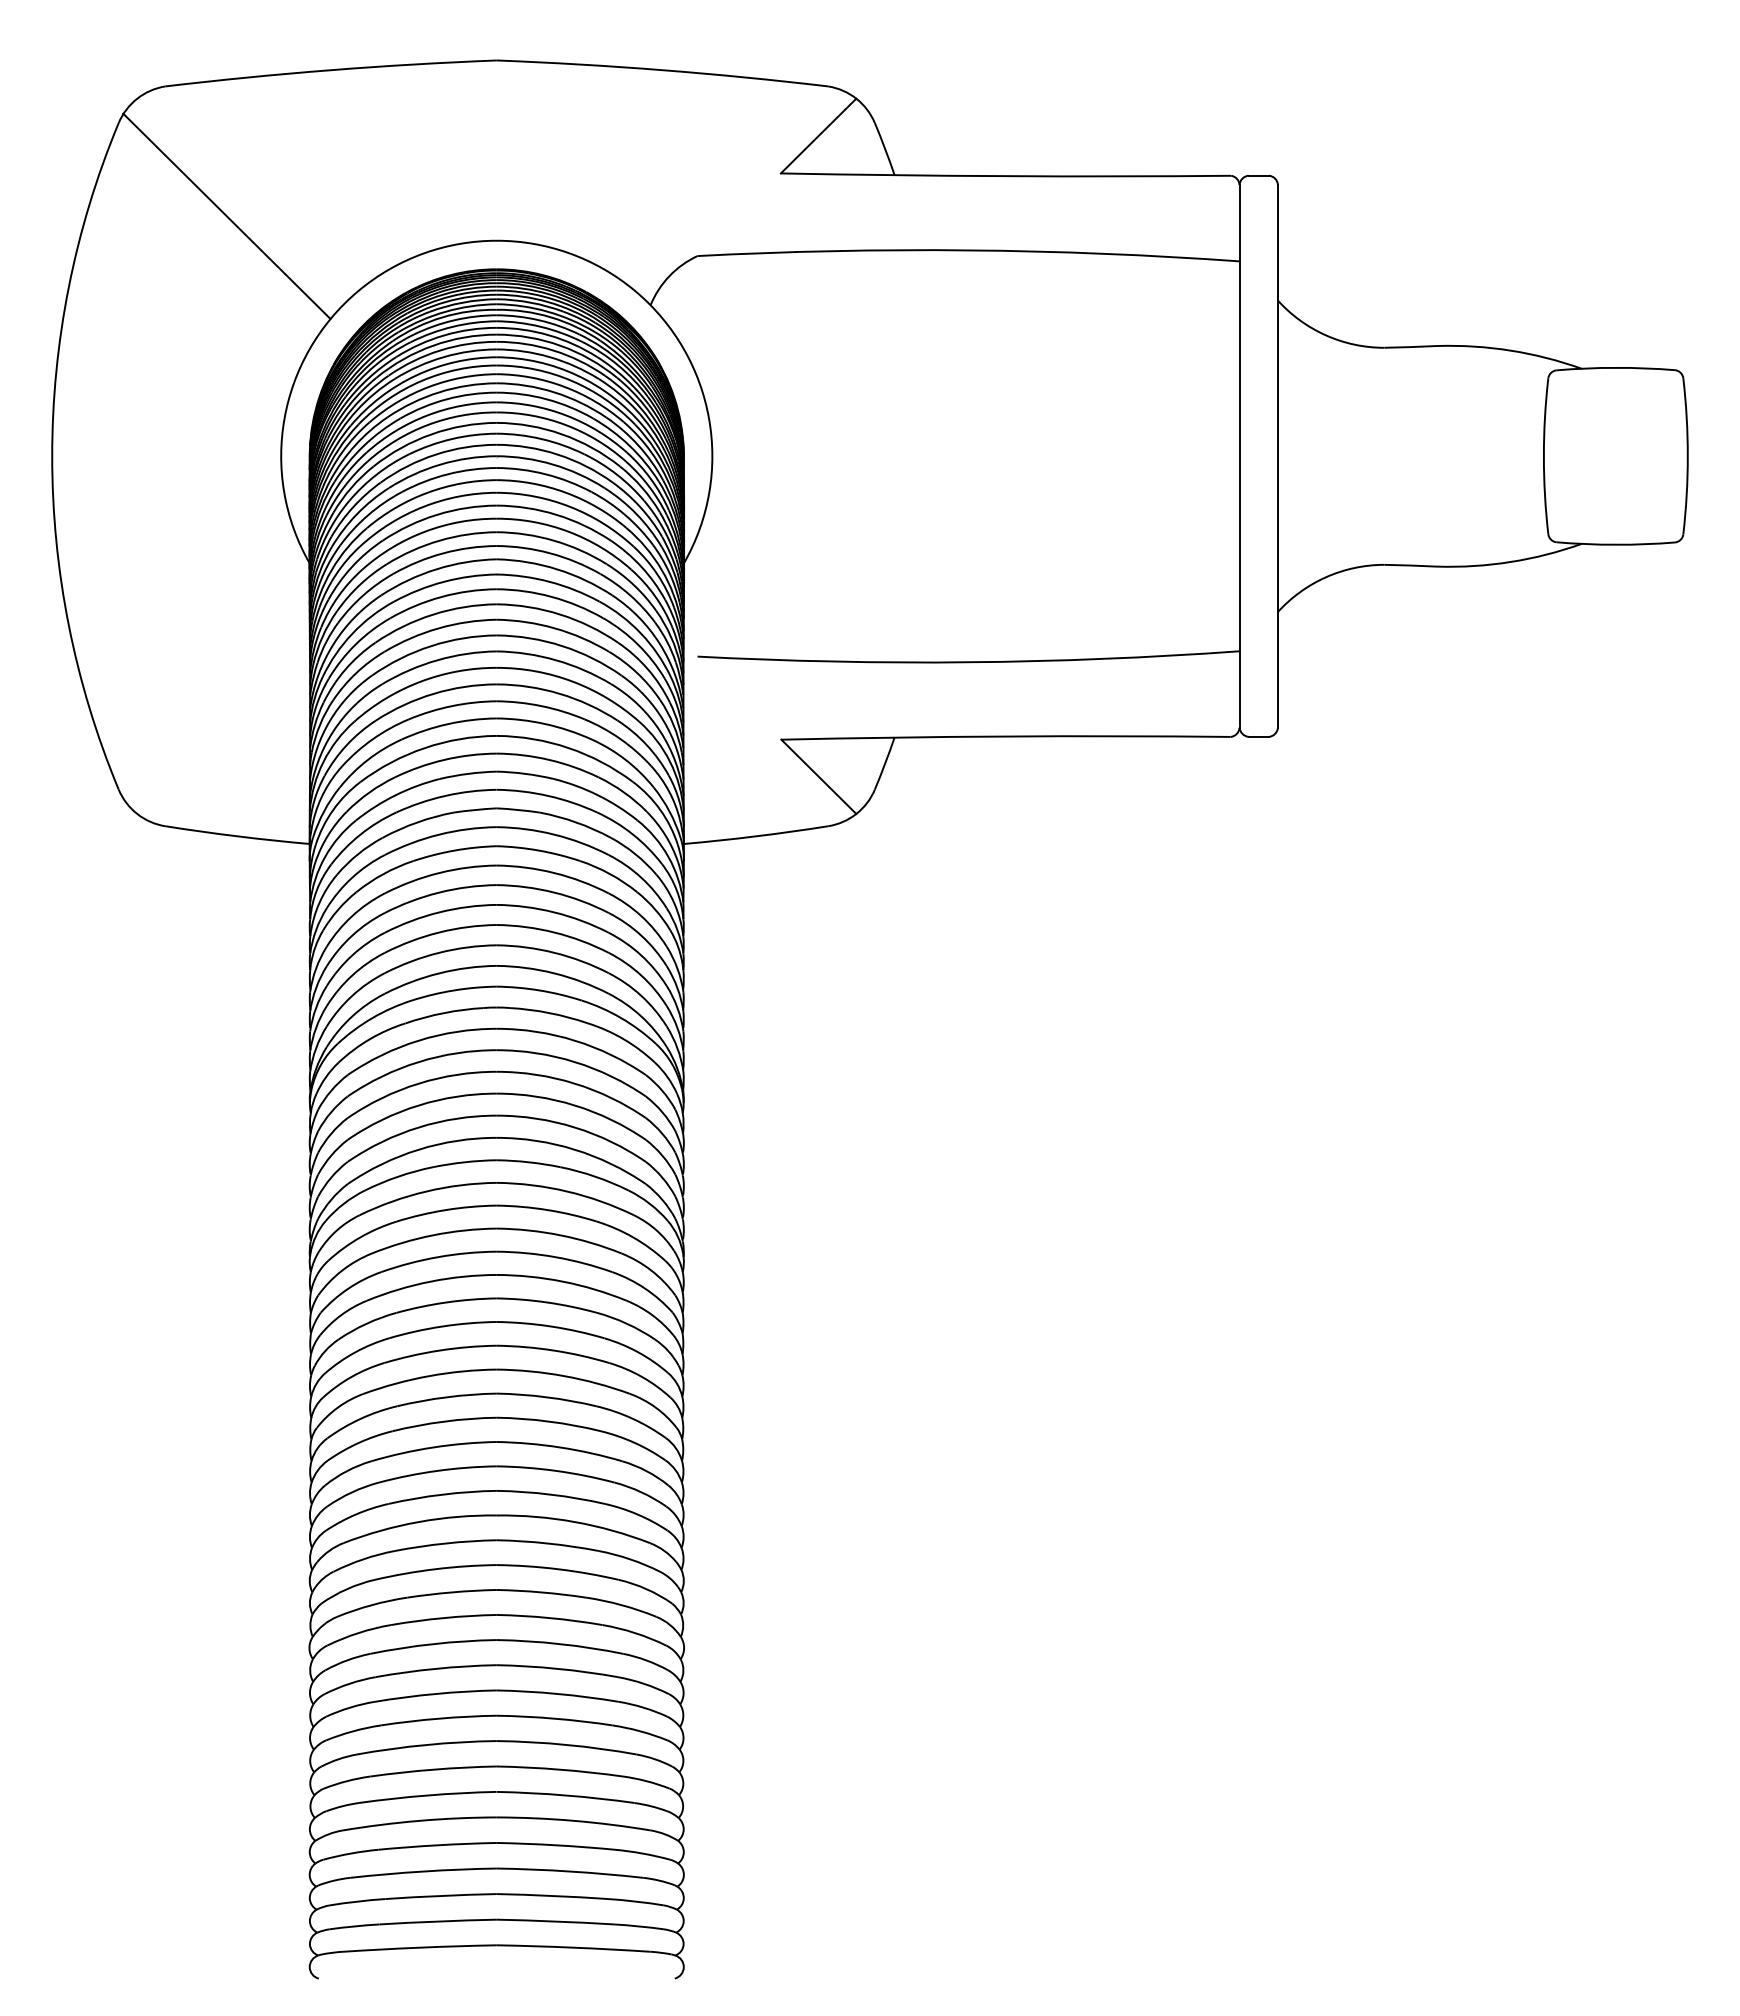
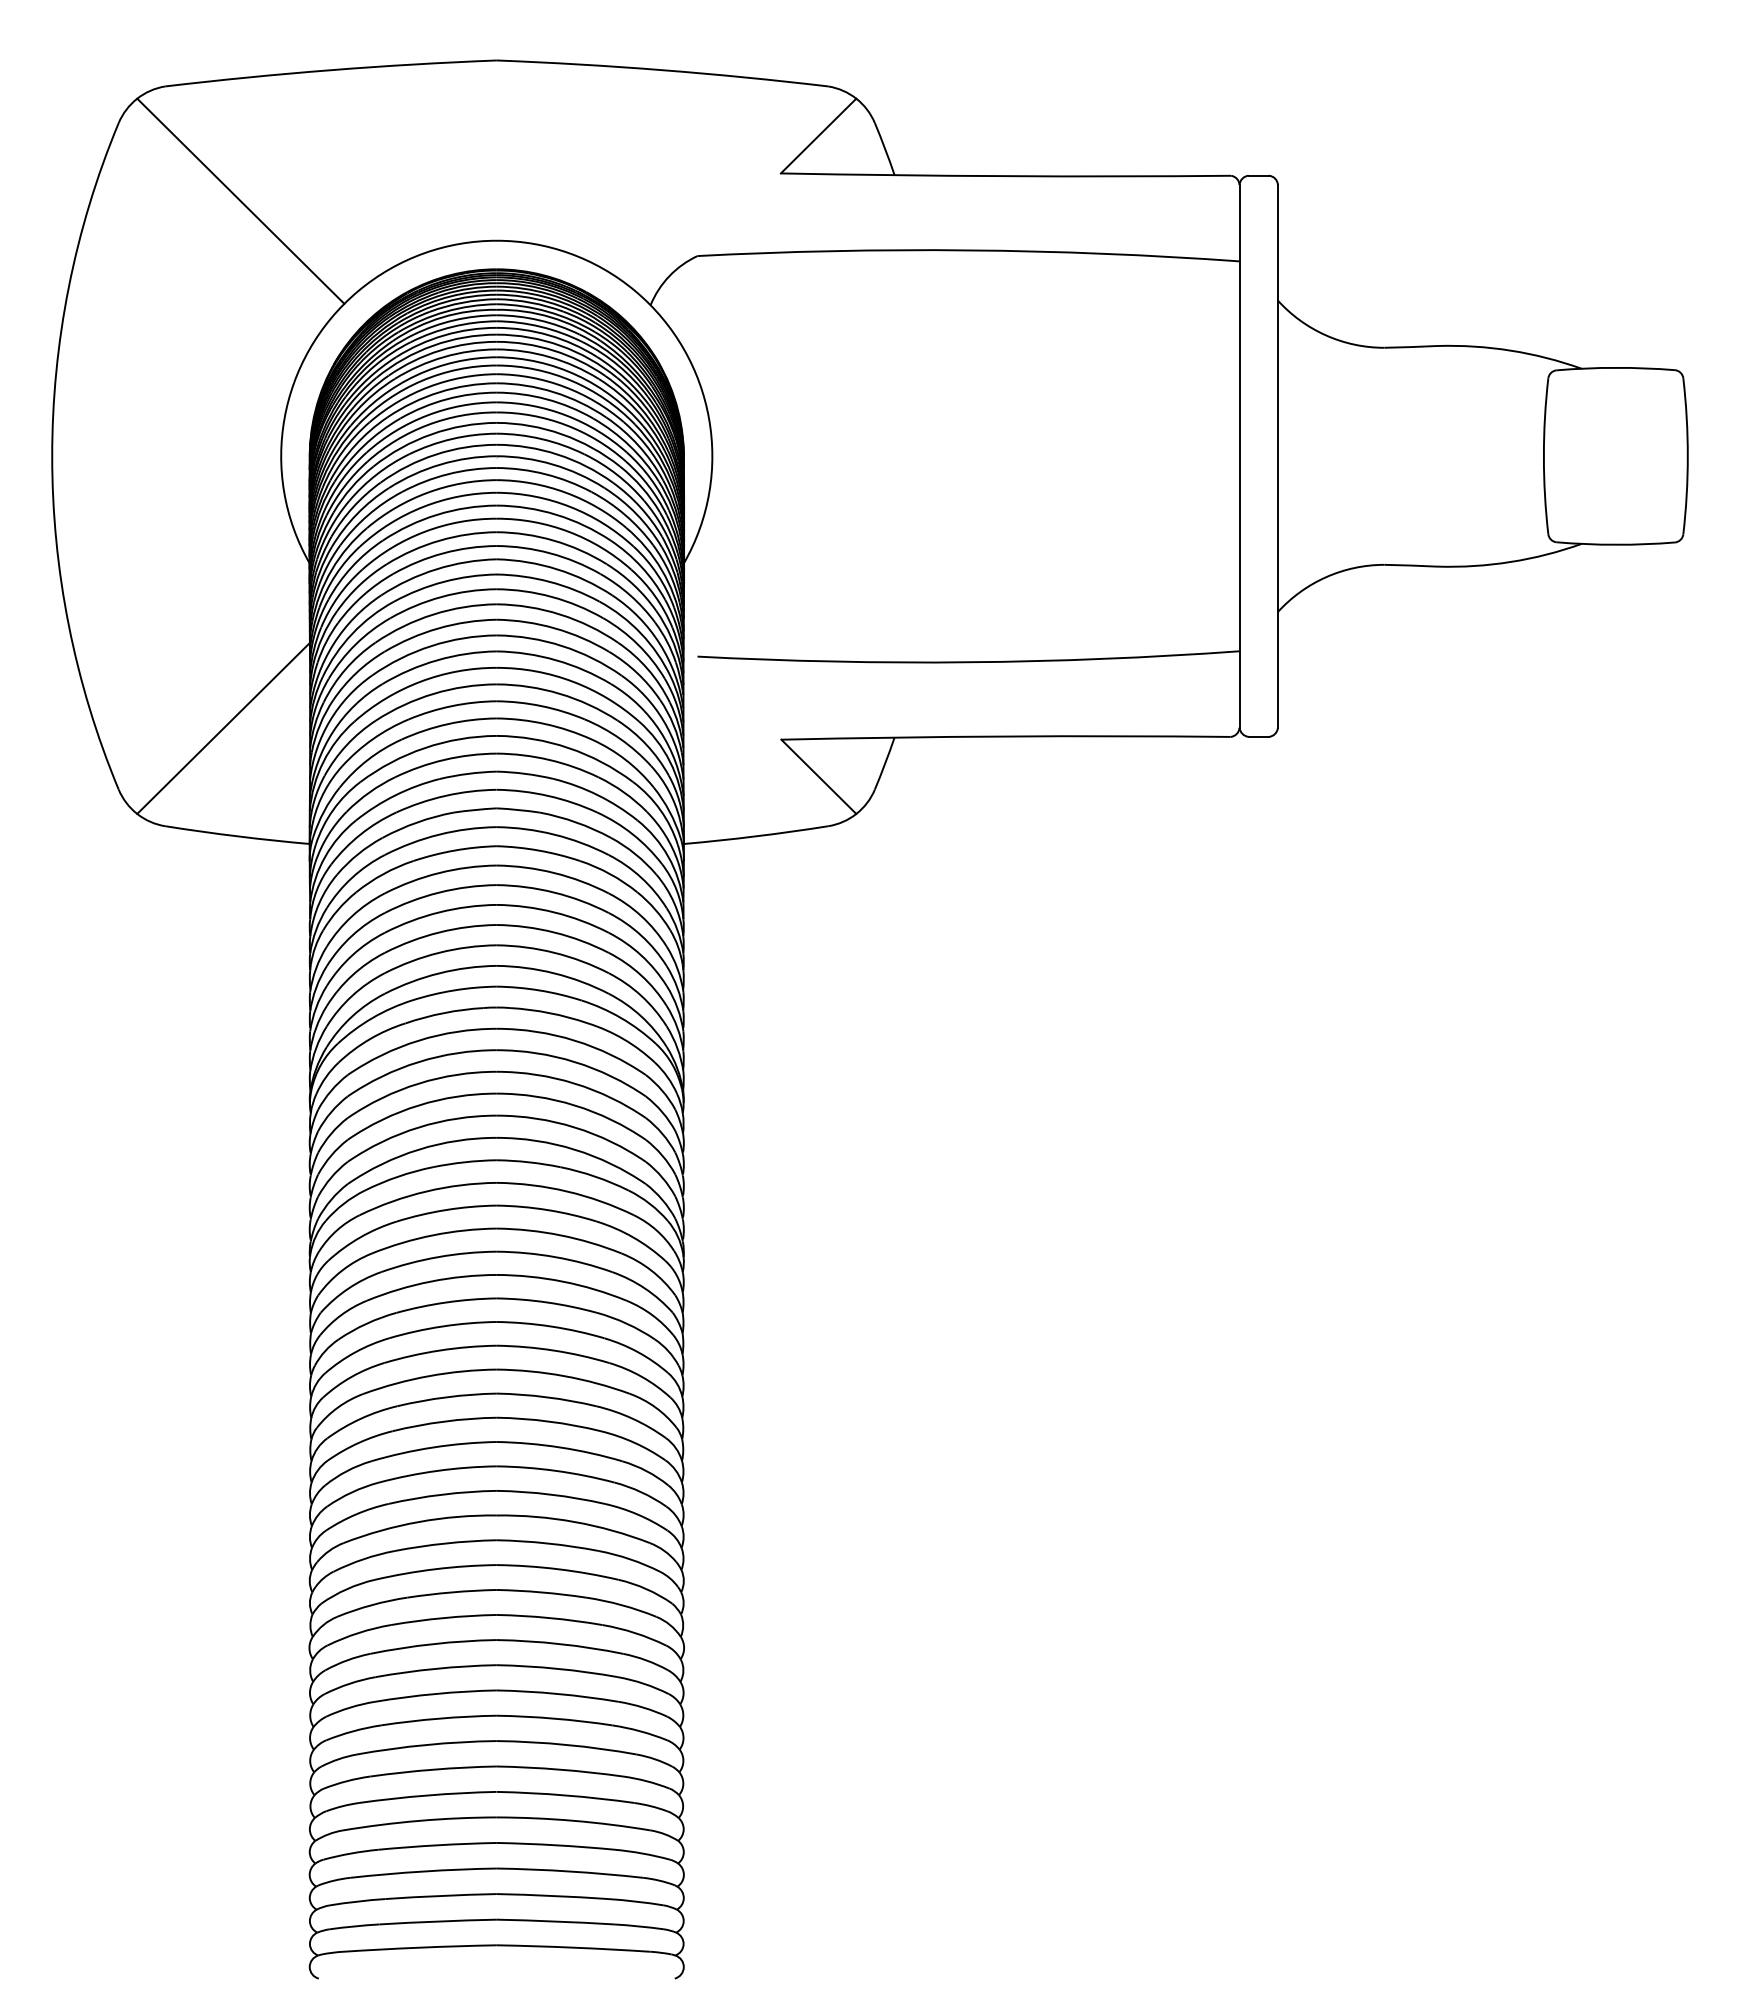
line at (226, 215) position: (226, 215) -> (240, 200)
line at (223, 728): none -> present
